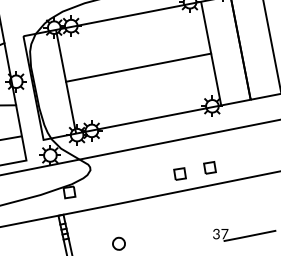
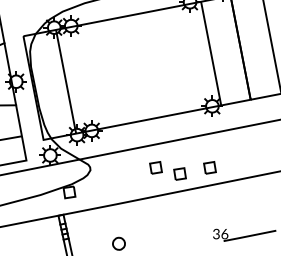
line at (138, 67): present -> none
part at (155, 167): none -> present
text at (224, 234): 37 -> 36
